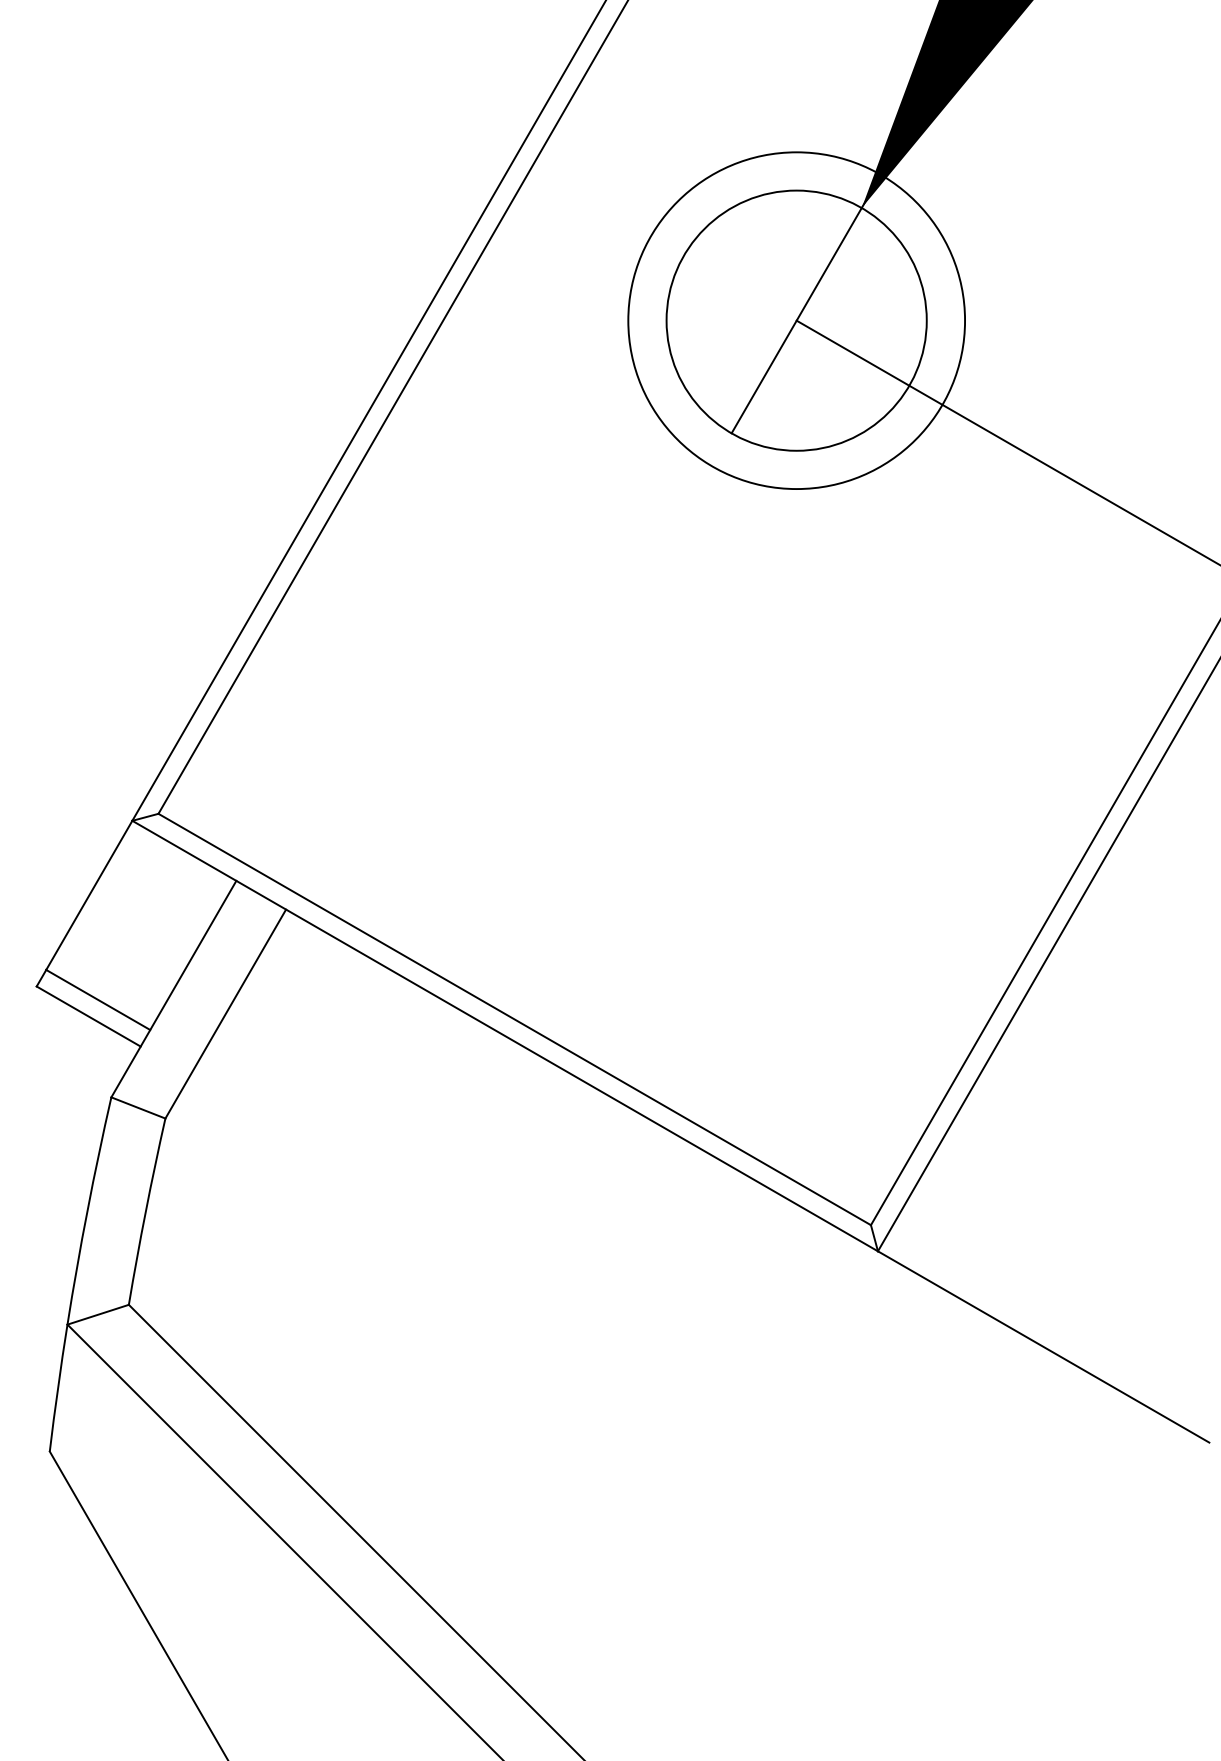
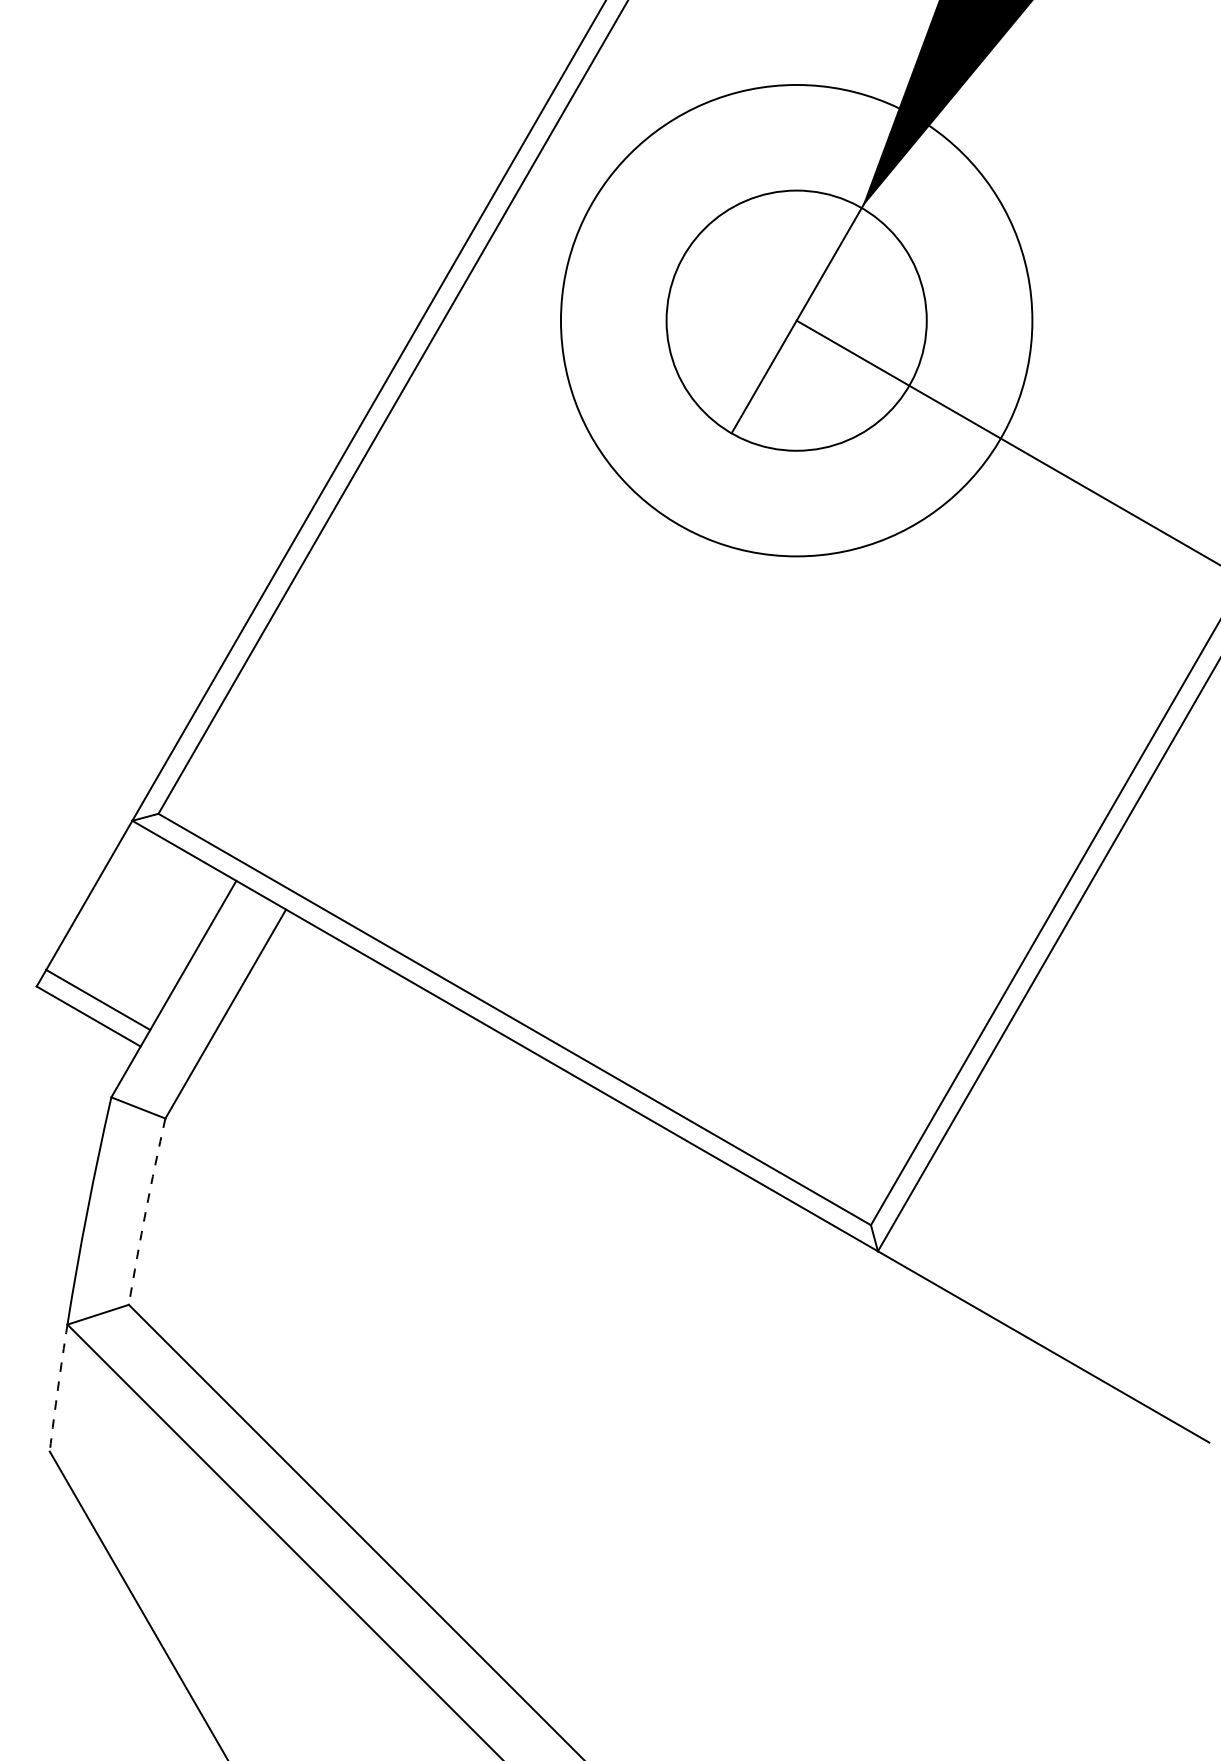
circle at (796, 320) diameter: 337 px -> 471 px
arc at (145, 1211): solid -> dashed
arc at (58, 1388): solid -> dashed
